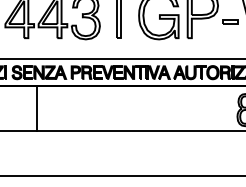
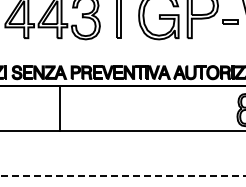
line at (122, 59): present -> none
line at (37, 107) position: (37, 107) -> (60, 107)
line at (123, 175): solid -> dashed
